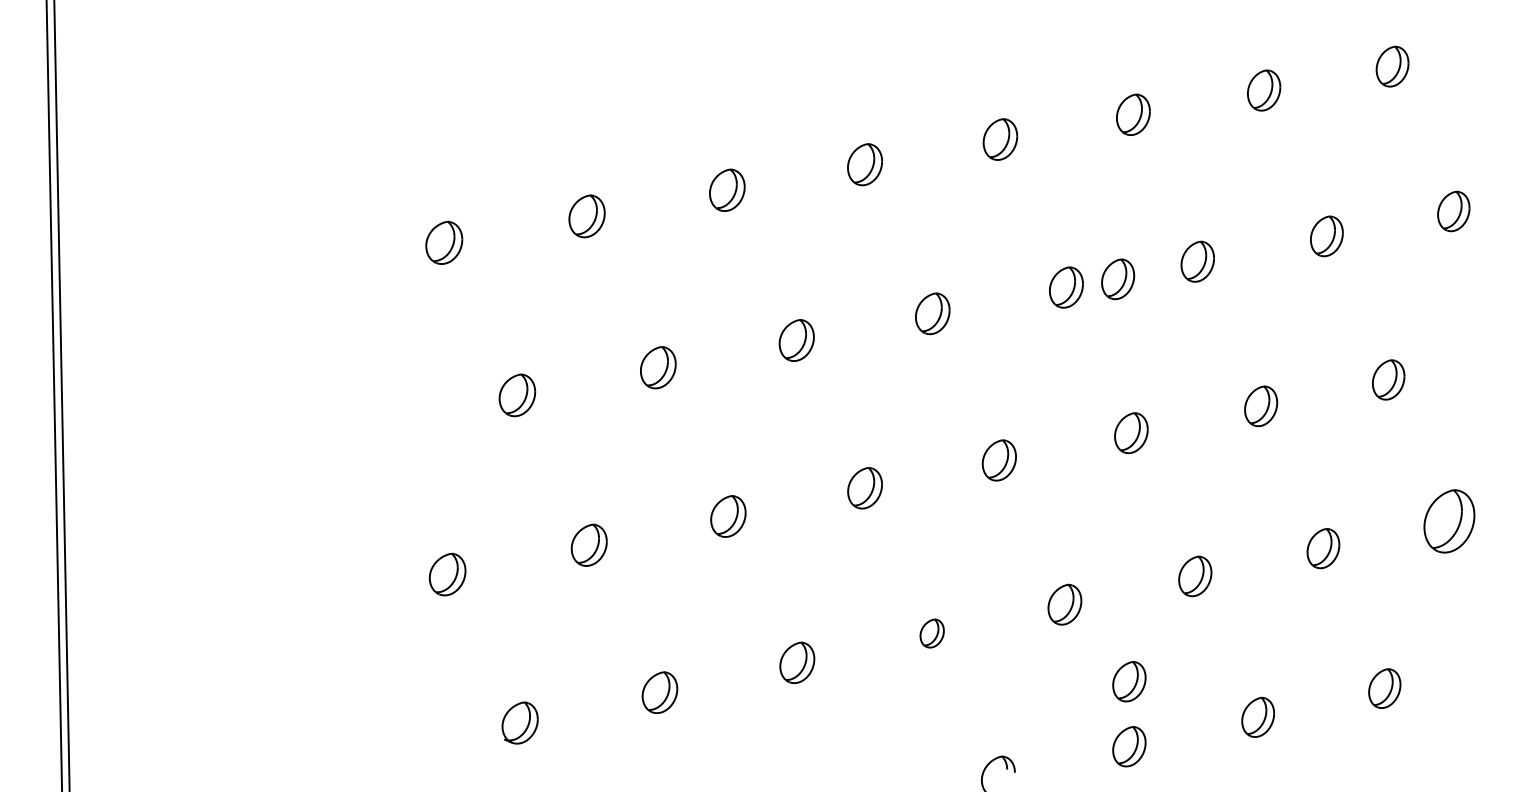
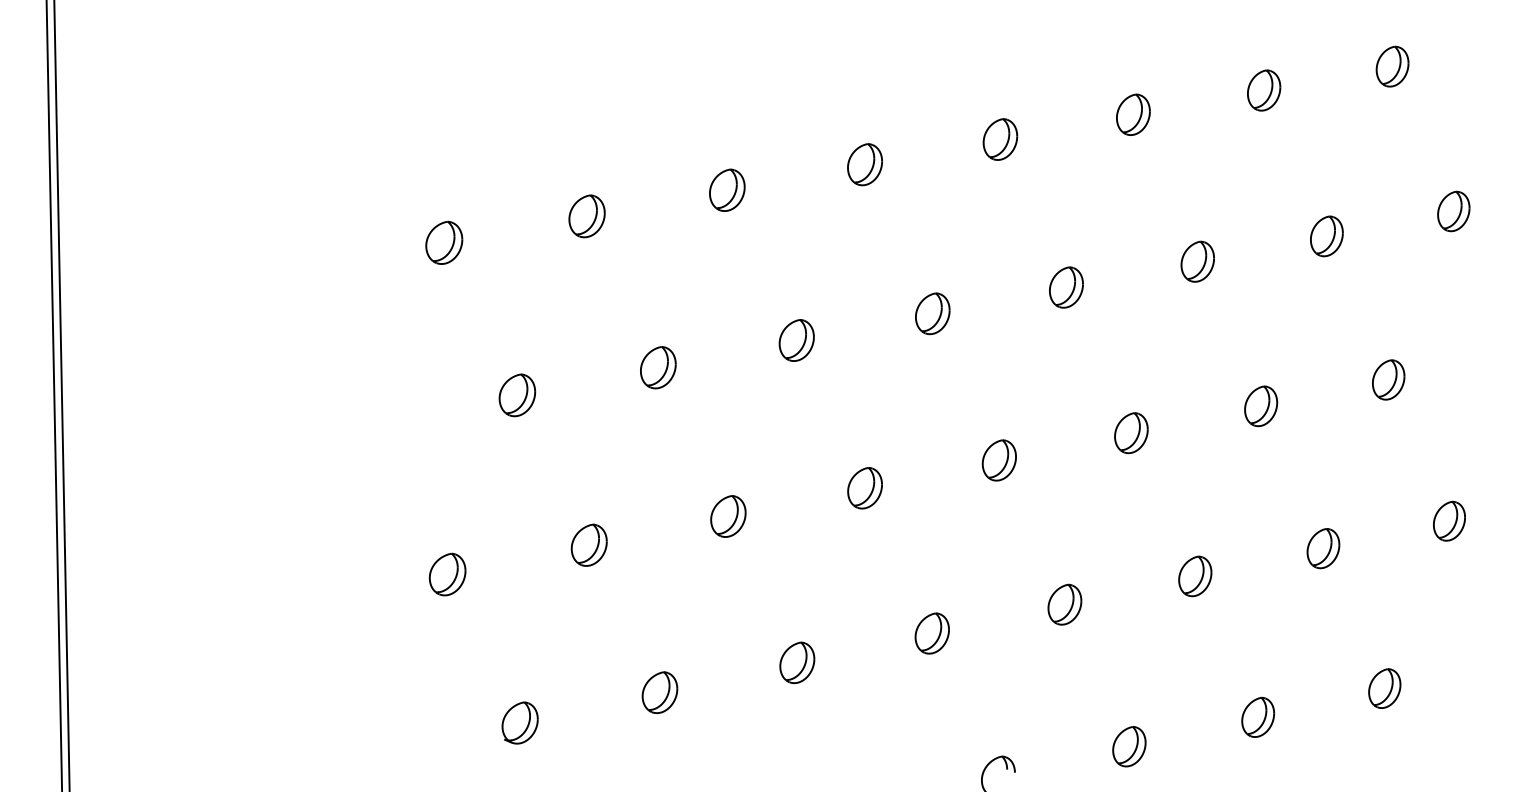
part at (1118, 279): present -> none
part at (1449, 521) size: 53x65 px -> 33x42 px
part at (931, 633) size: 26x31 px -> 36x43 px
part at (1129, 681): present -> none
